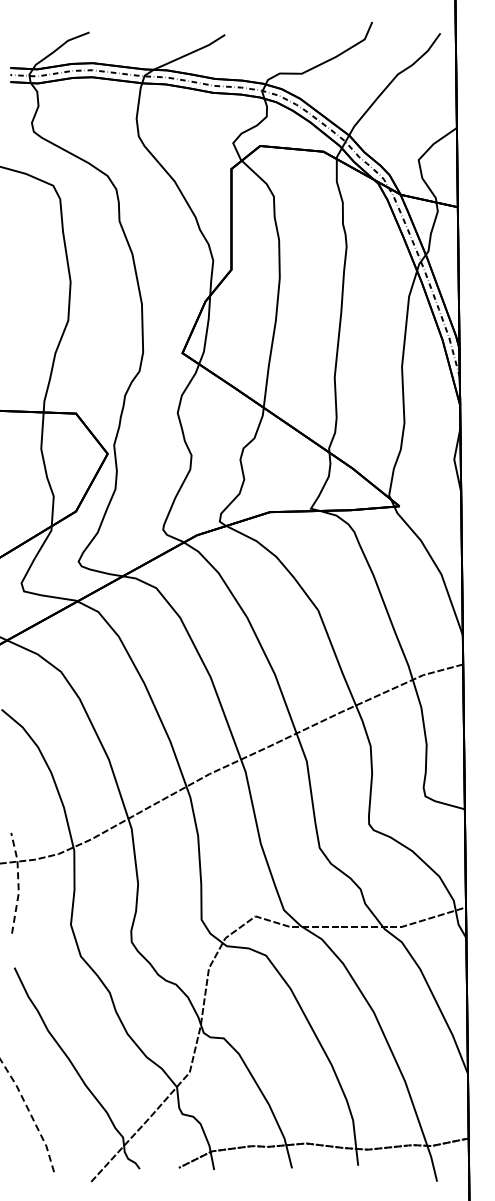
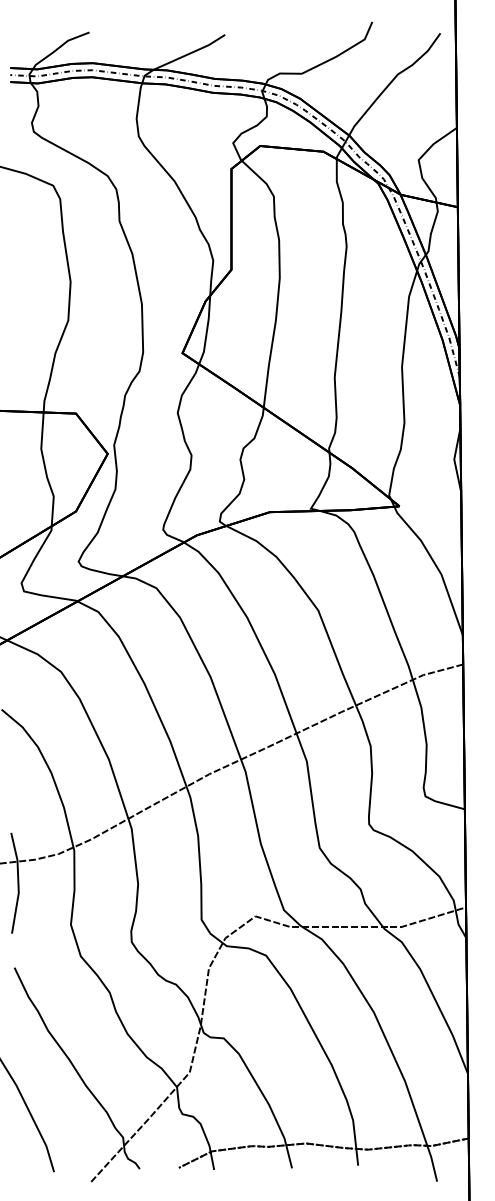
line at (18, 883): dashed -> solid
line at (30, 1113): dashed -> solid
